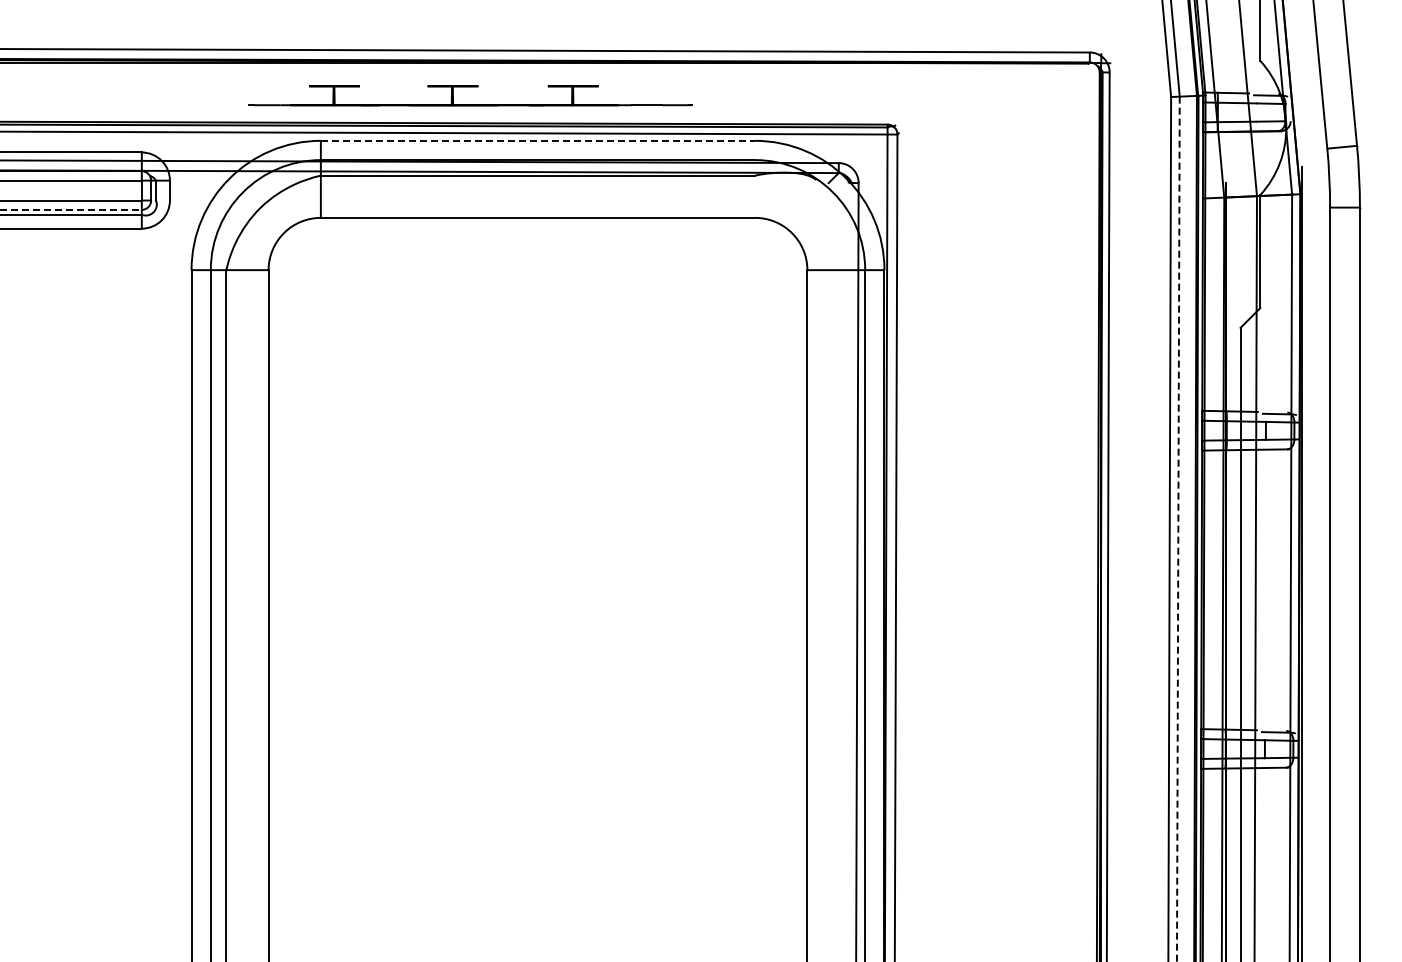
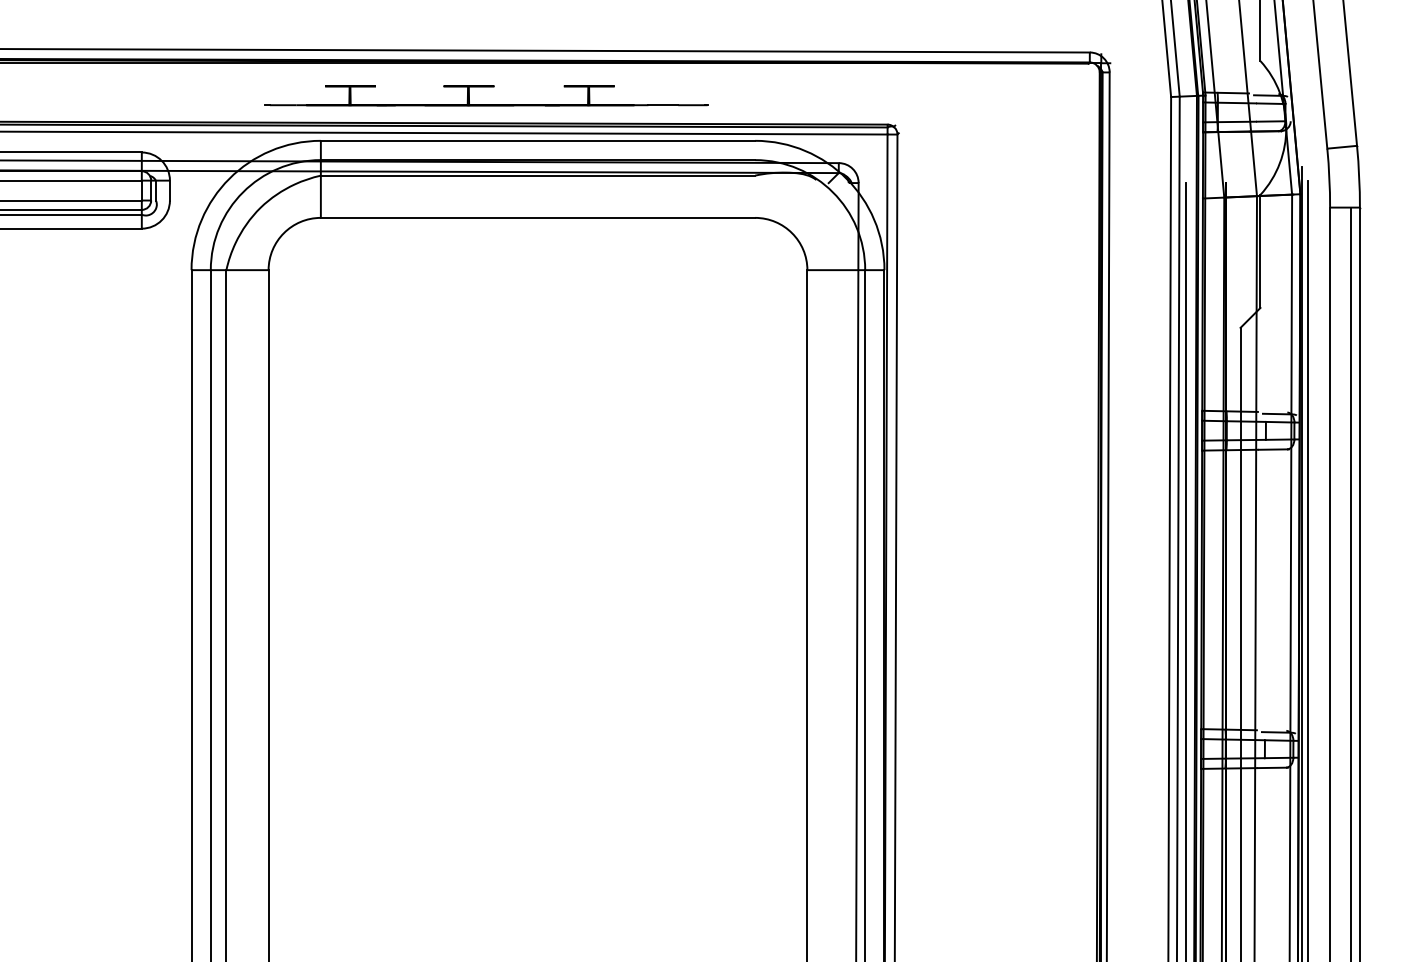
part at (470, 87) position: (470, 87) -> (486, 87)
line at (538, 140): dashed -> solid
line at (71, 209): dashed -> solid
line at (1178, 529): dashed -> solid
line at (1307, 569): none -> present
line at (1185, 570): none -> present
line at (1351, 582): none -> present
